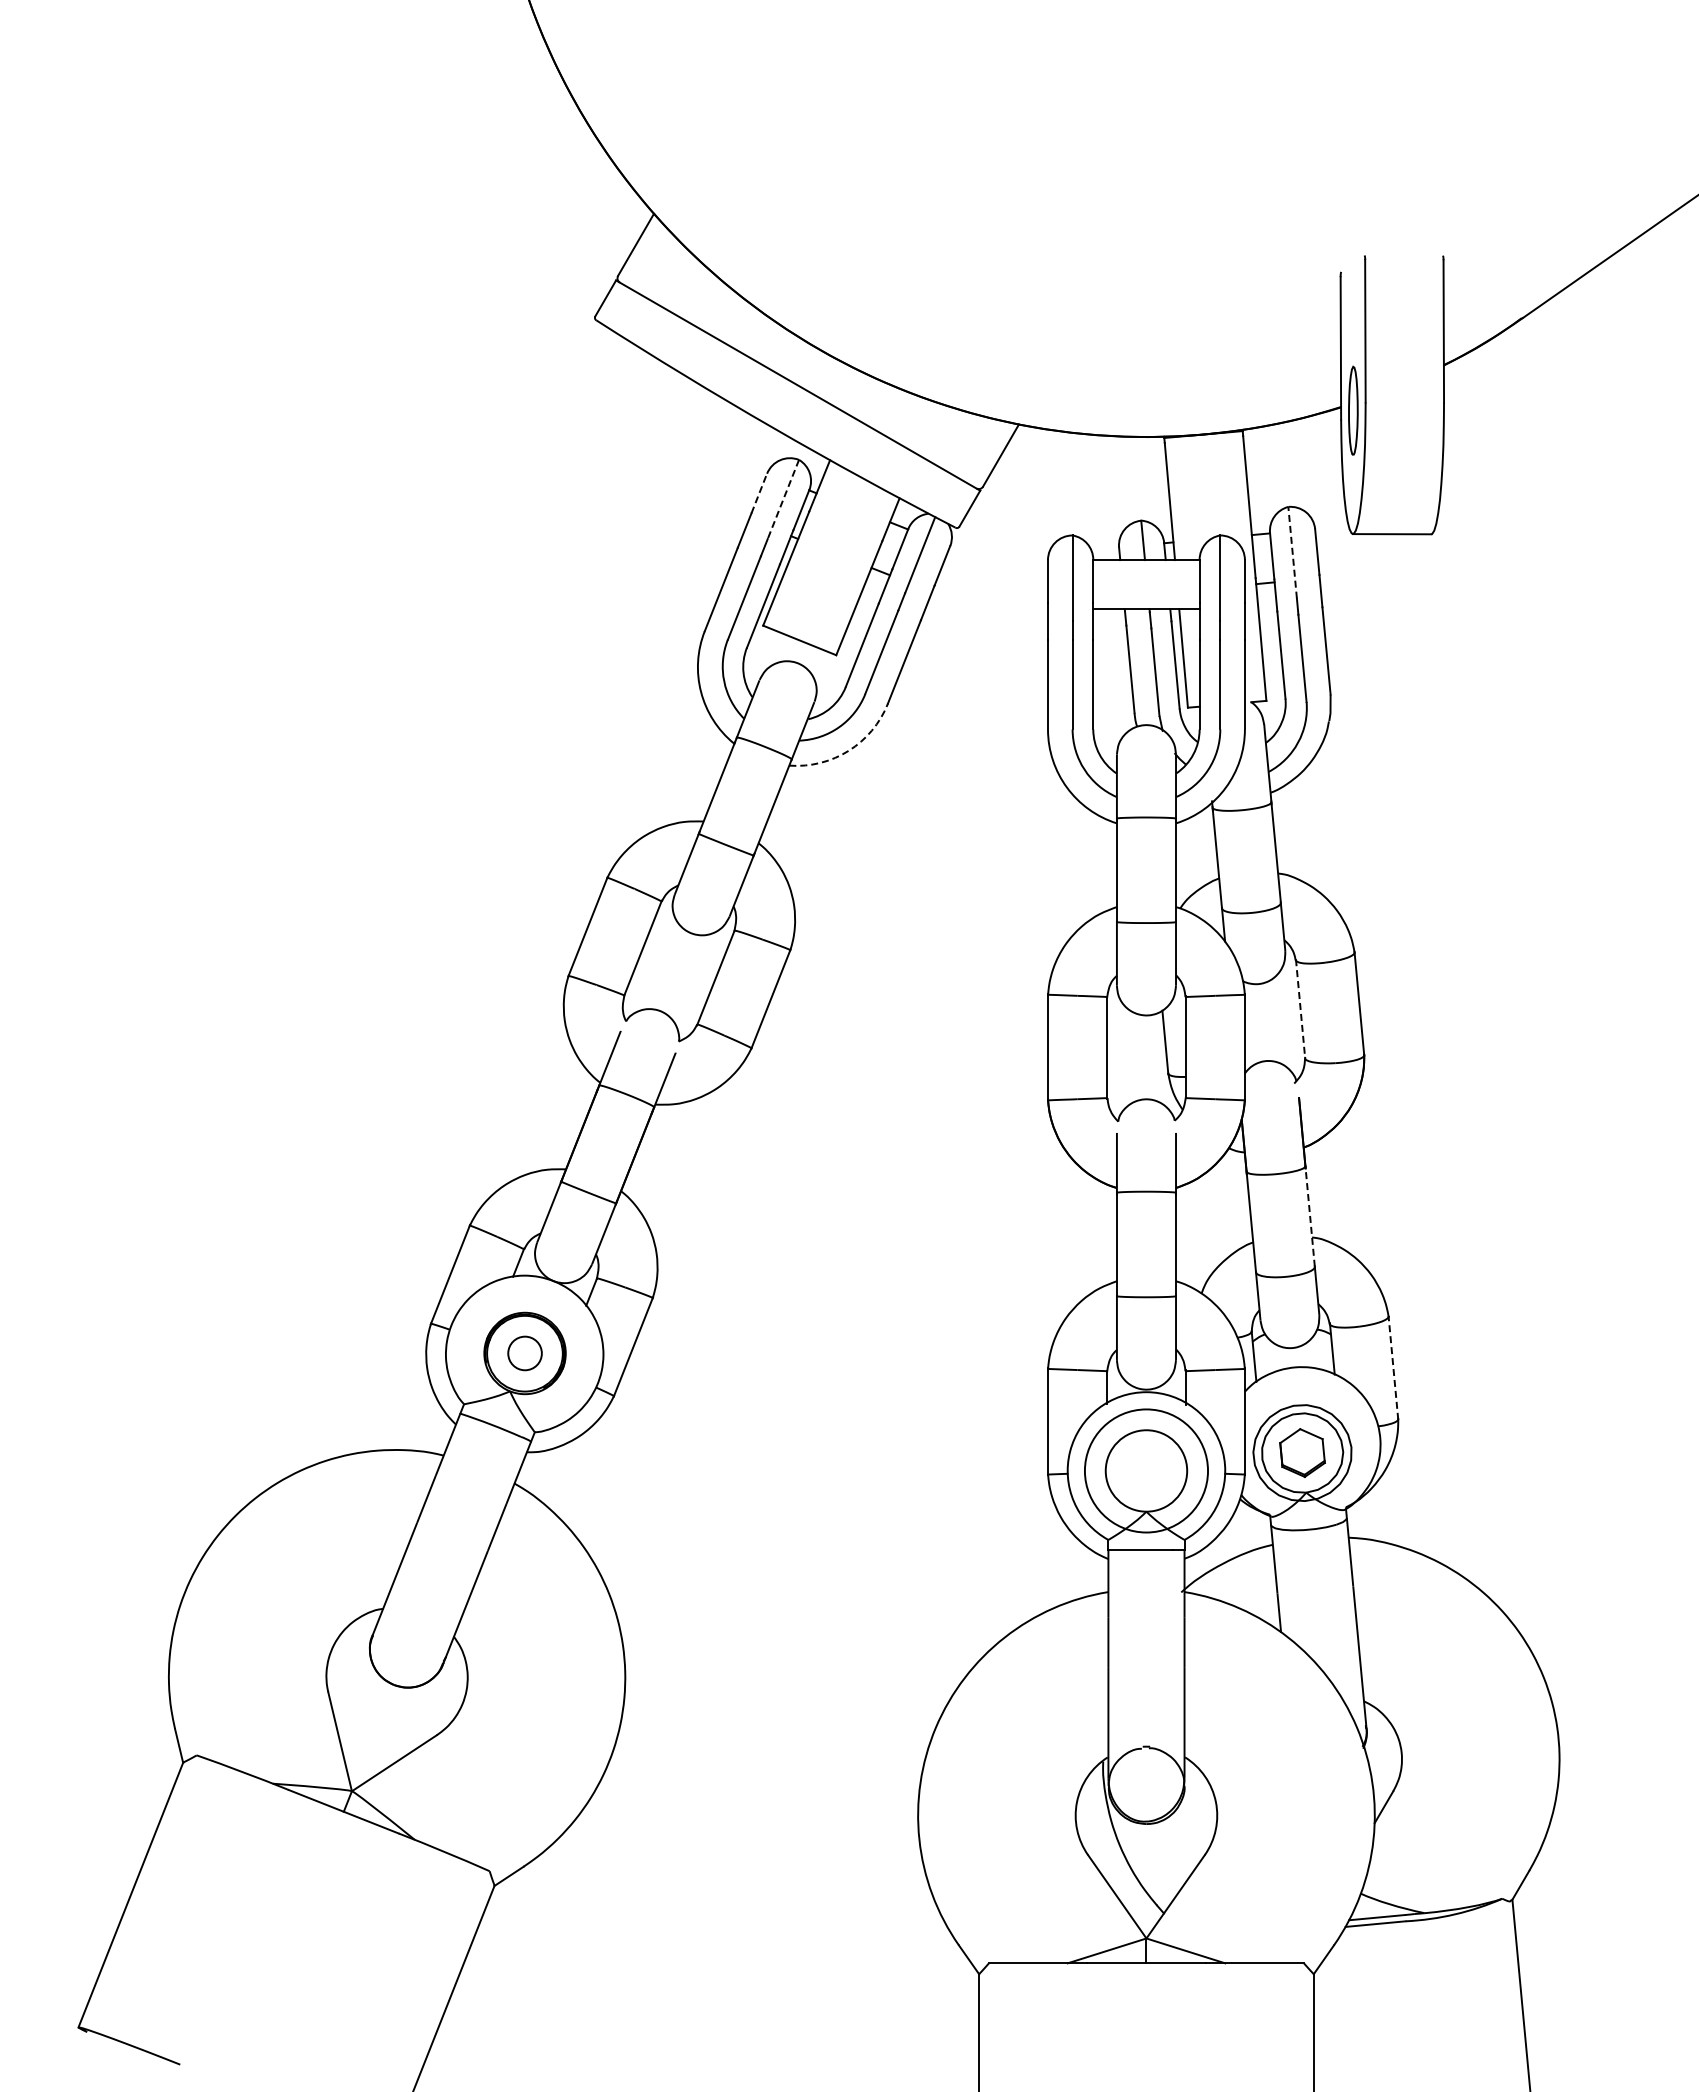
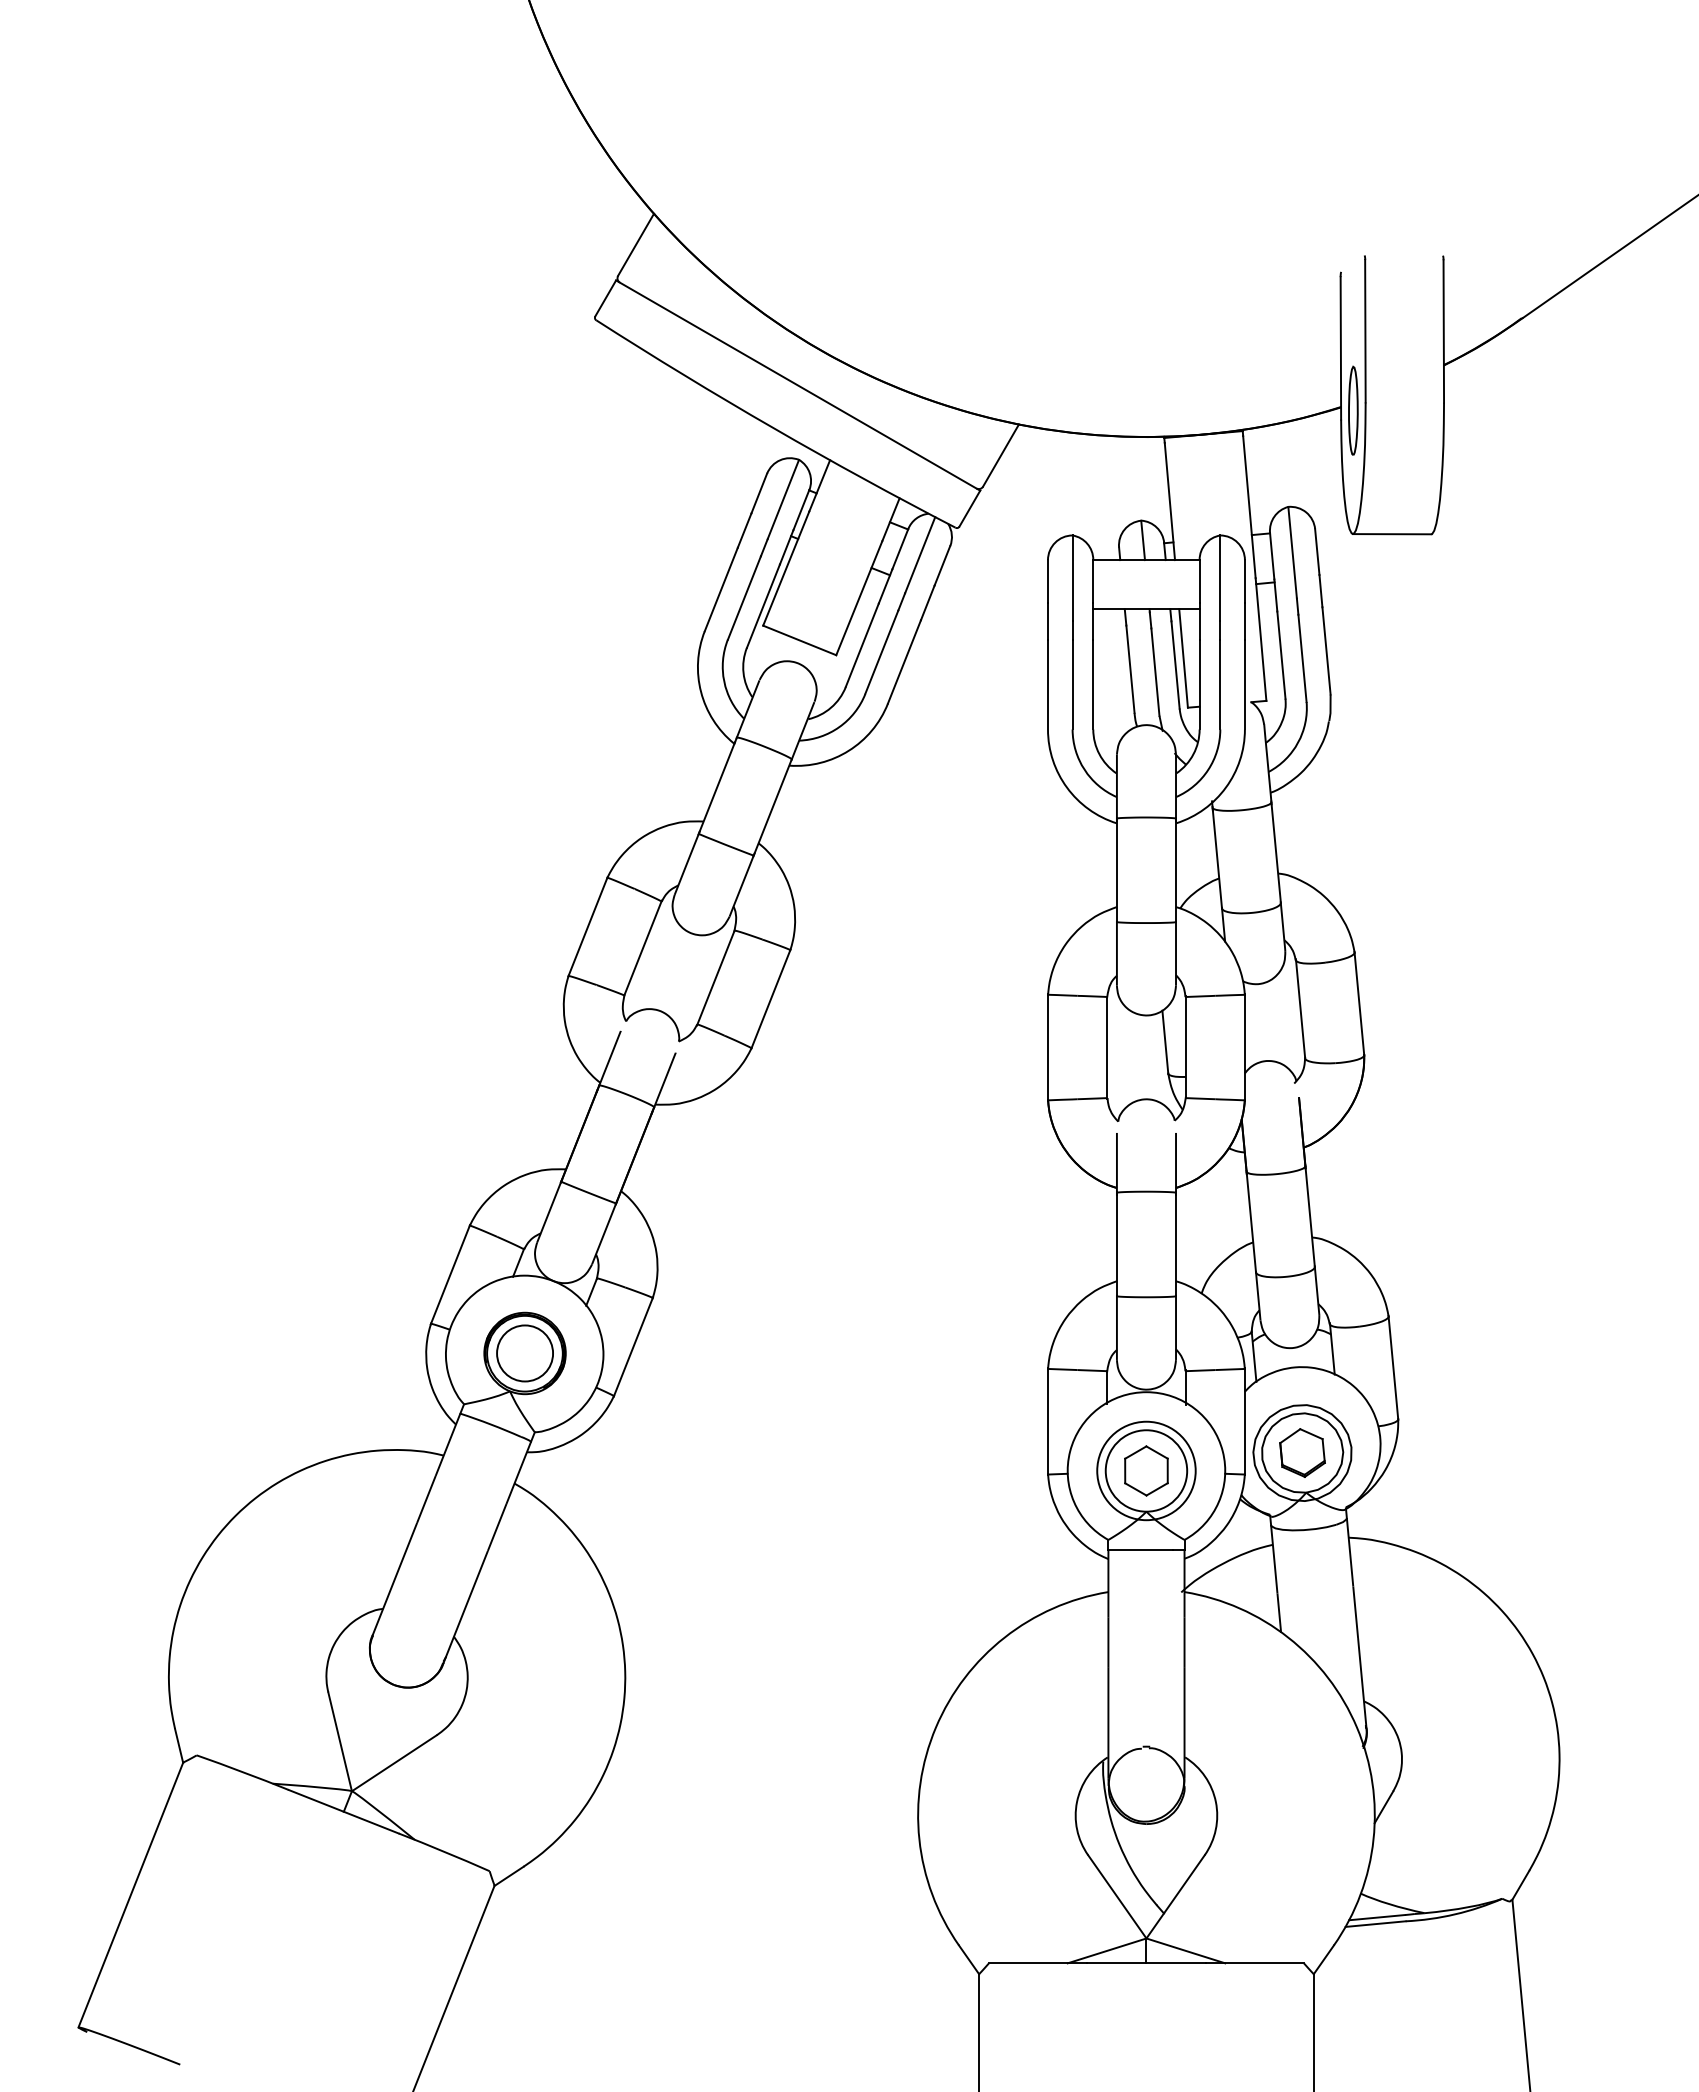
line at (759, 493): dashed -> solid
line at (783, 499): dashed -> solid
line at (1292, 552): dashed -> solid
arc at (848, 750): dashed -> solid
line at (1300, 1008): dashed -> solid
line at (1310, 1216): dashed -> solid
circle at (524, 1353) diameter: 34 px -> 56 px
line at (1393, 1367): dashed -> solid
circle at (1146, 1470) diameter: 123 px -> 98 px
part at (1146, 1470): none -> present
